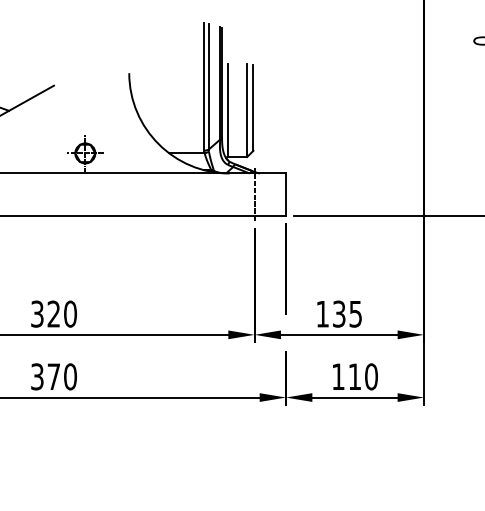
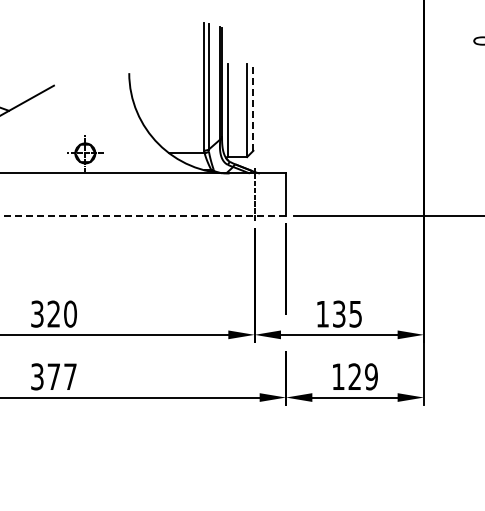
line at (253, 108): solid -> dashed
line at (143, 216): solid -> dashed
text at (70, 376): 370 -> 377
text at (362, 376): 110 -> 129
